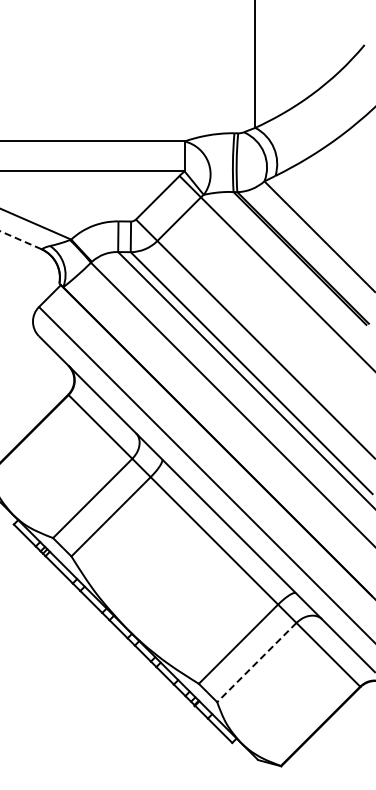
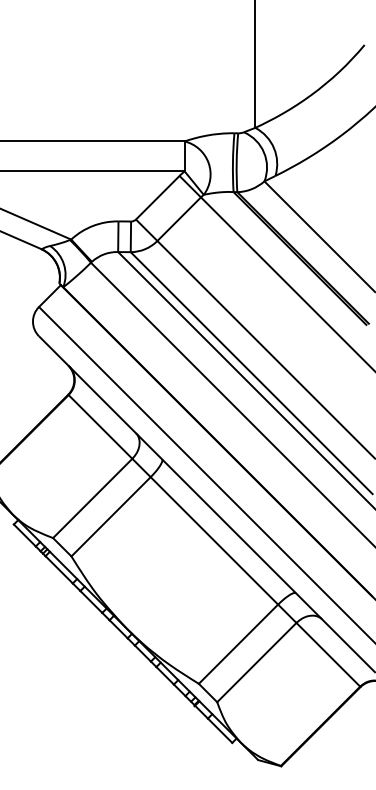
line at (20, 239): dashed -> solid
line at (256, 662): dashed -> solid
